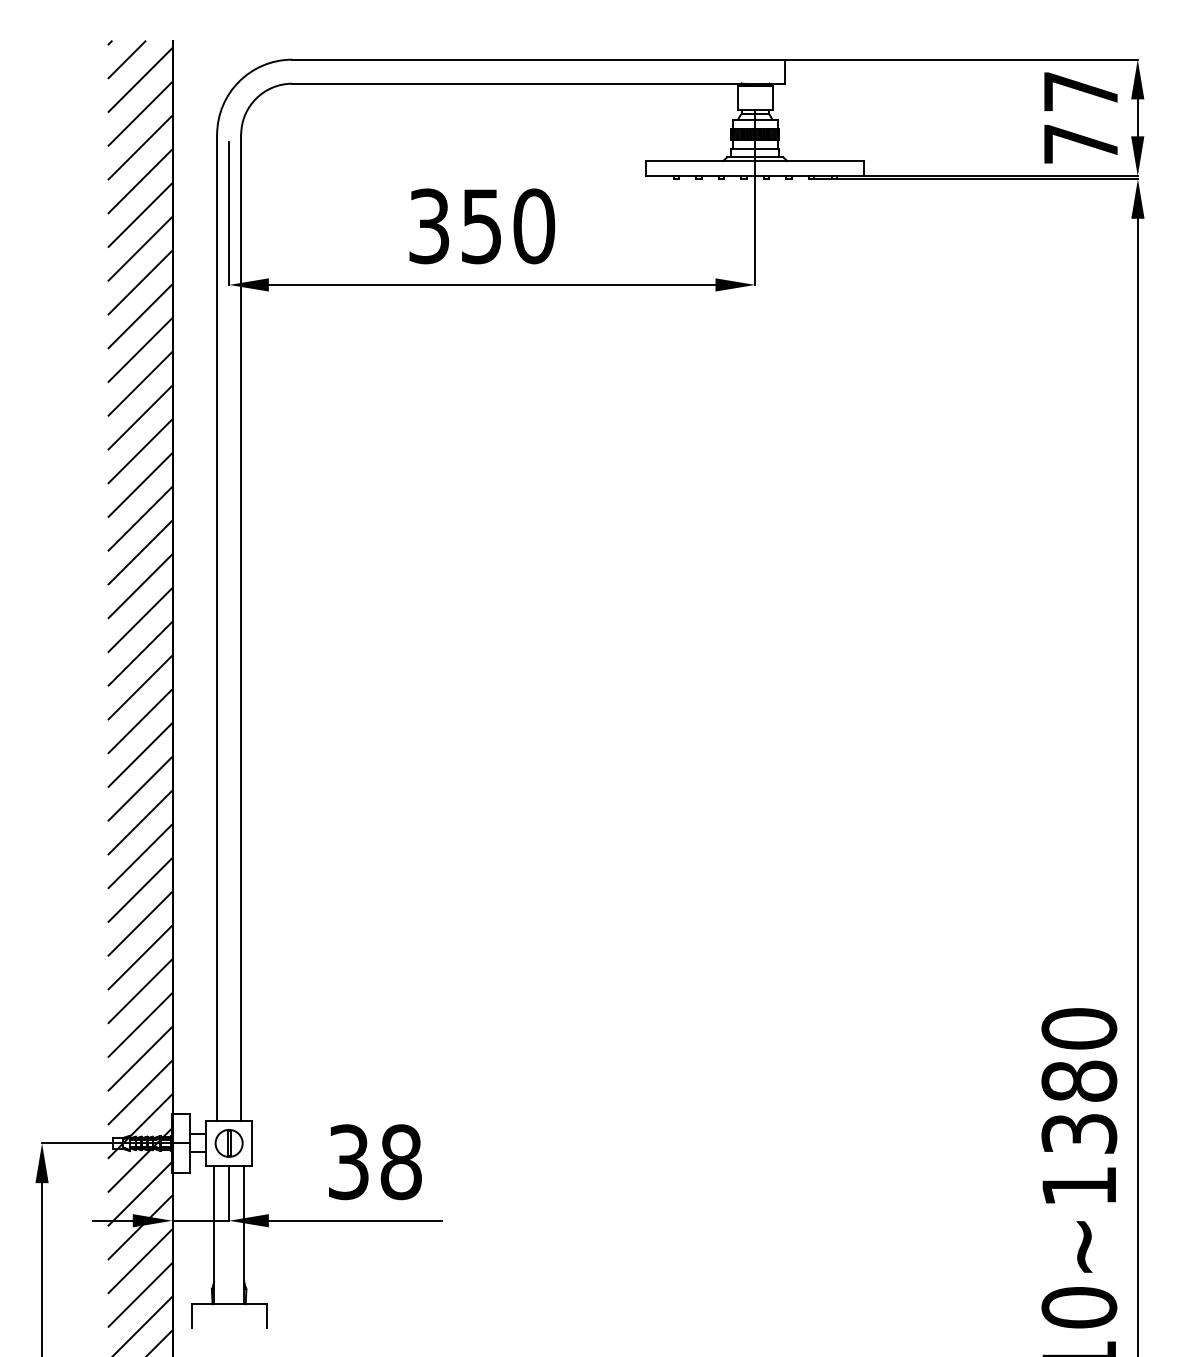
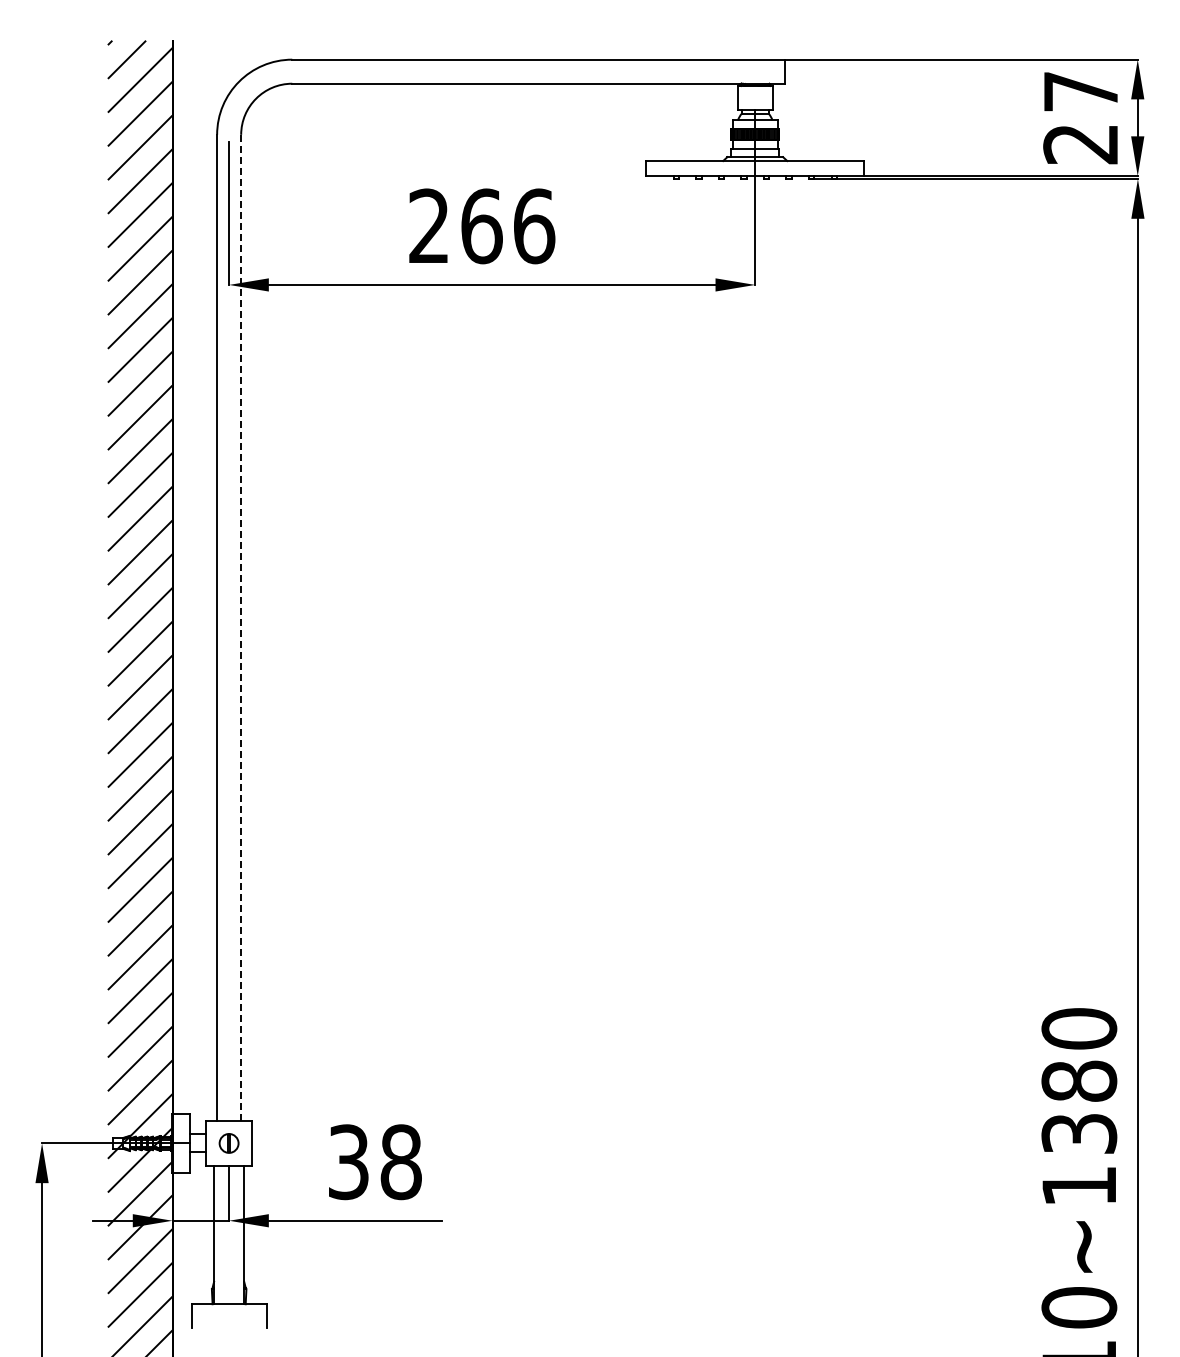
text at (1080, 144): 77 -> 27
text at (482, 226): 350 -> 266
line at (241, 628): solid -> dashed
part at (228, 1143) size: 30x29 px -> 22x21 px
